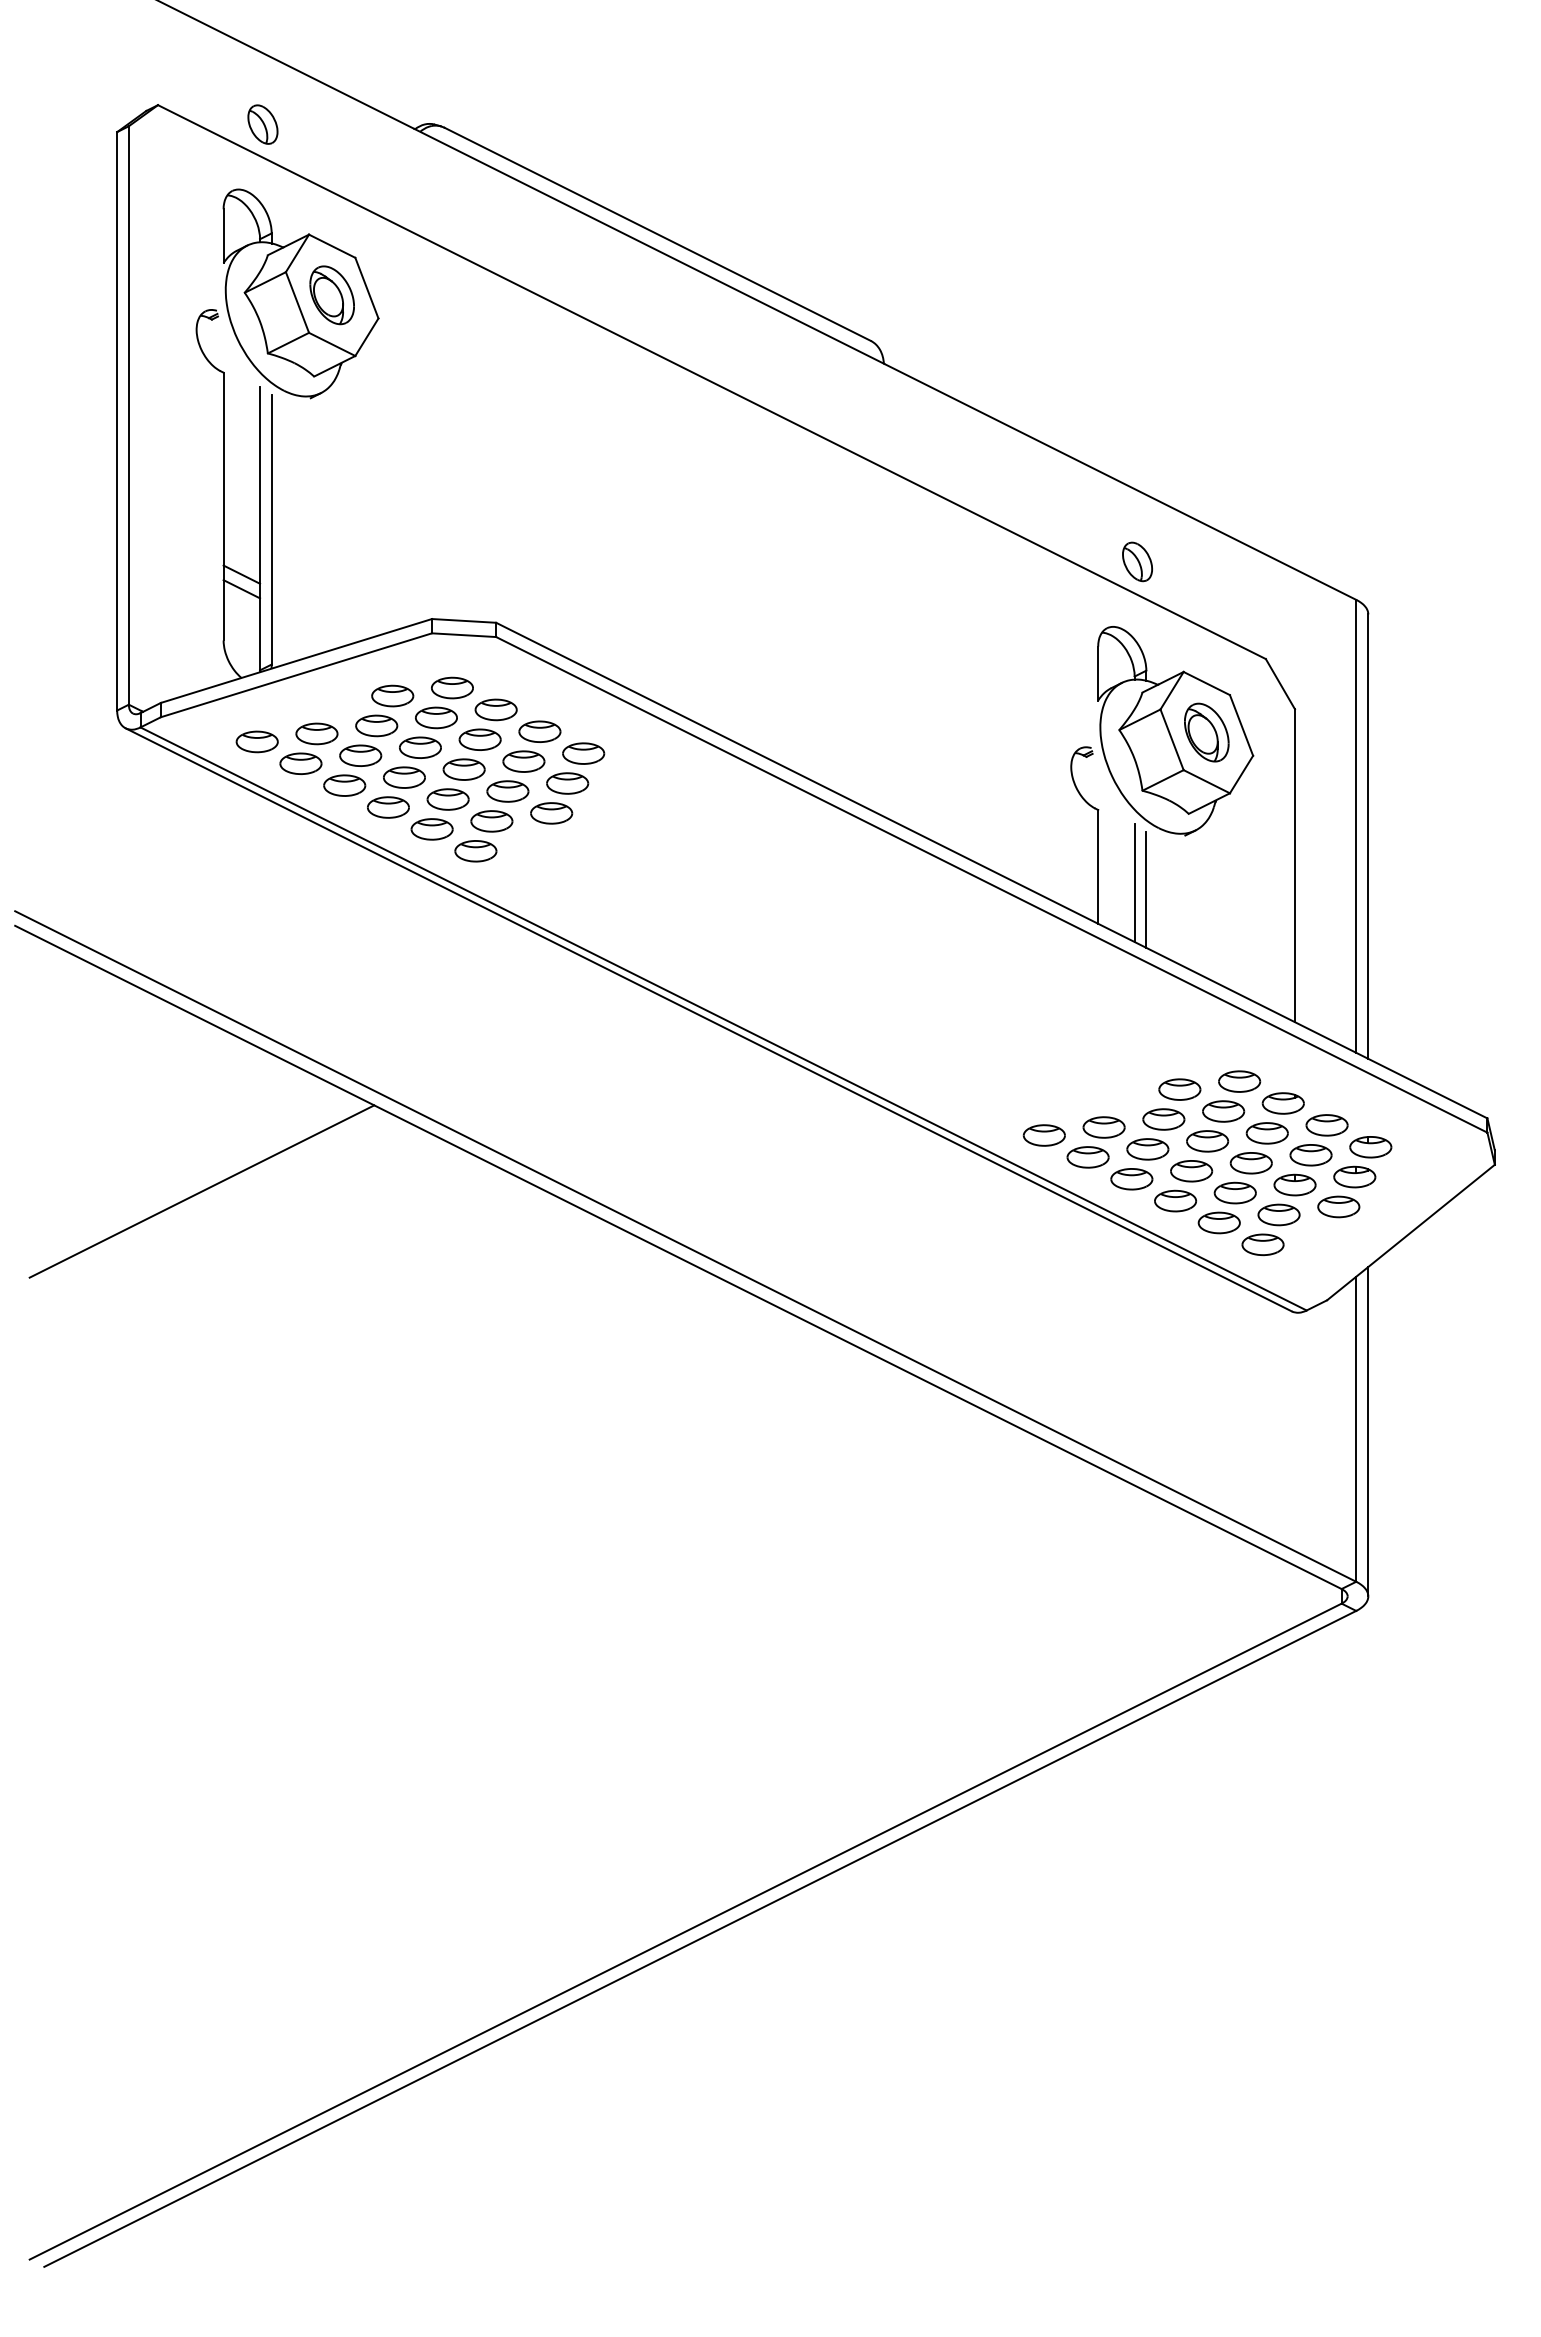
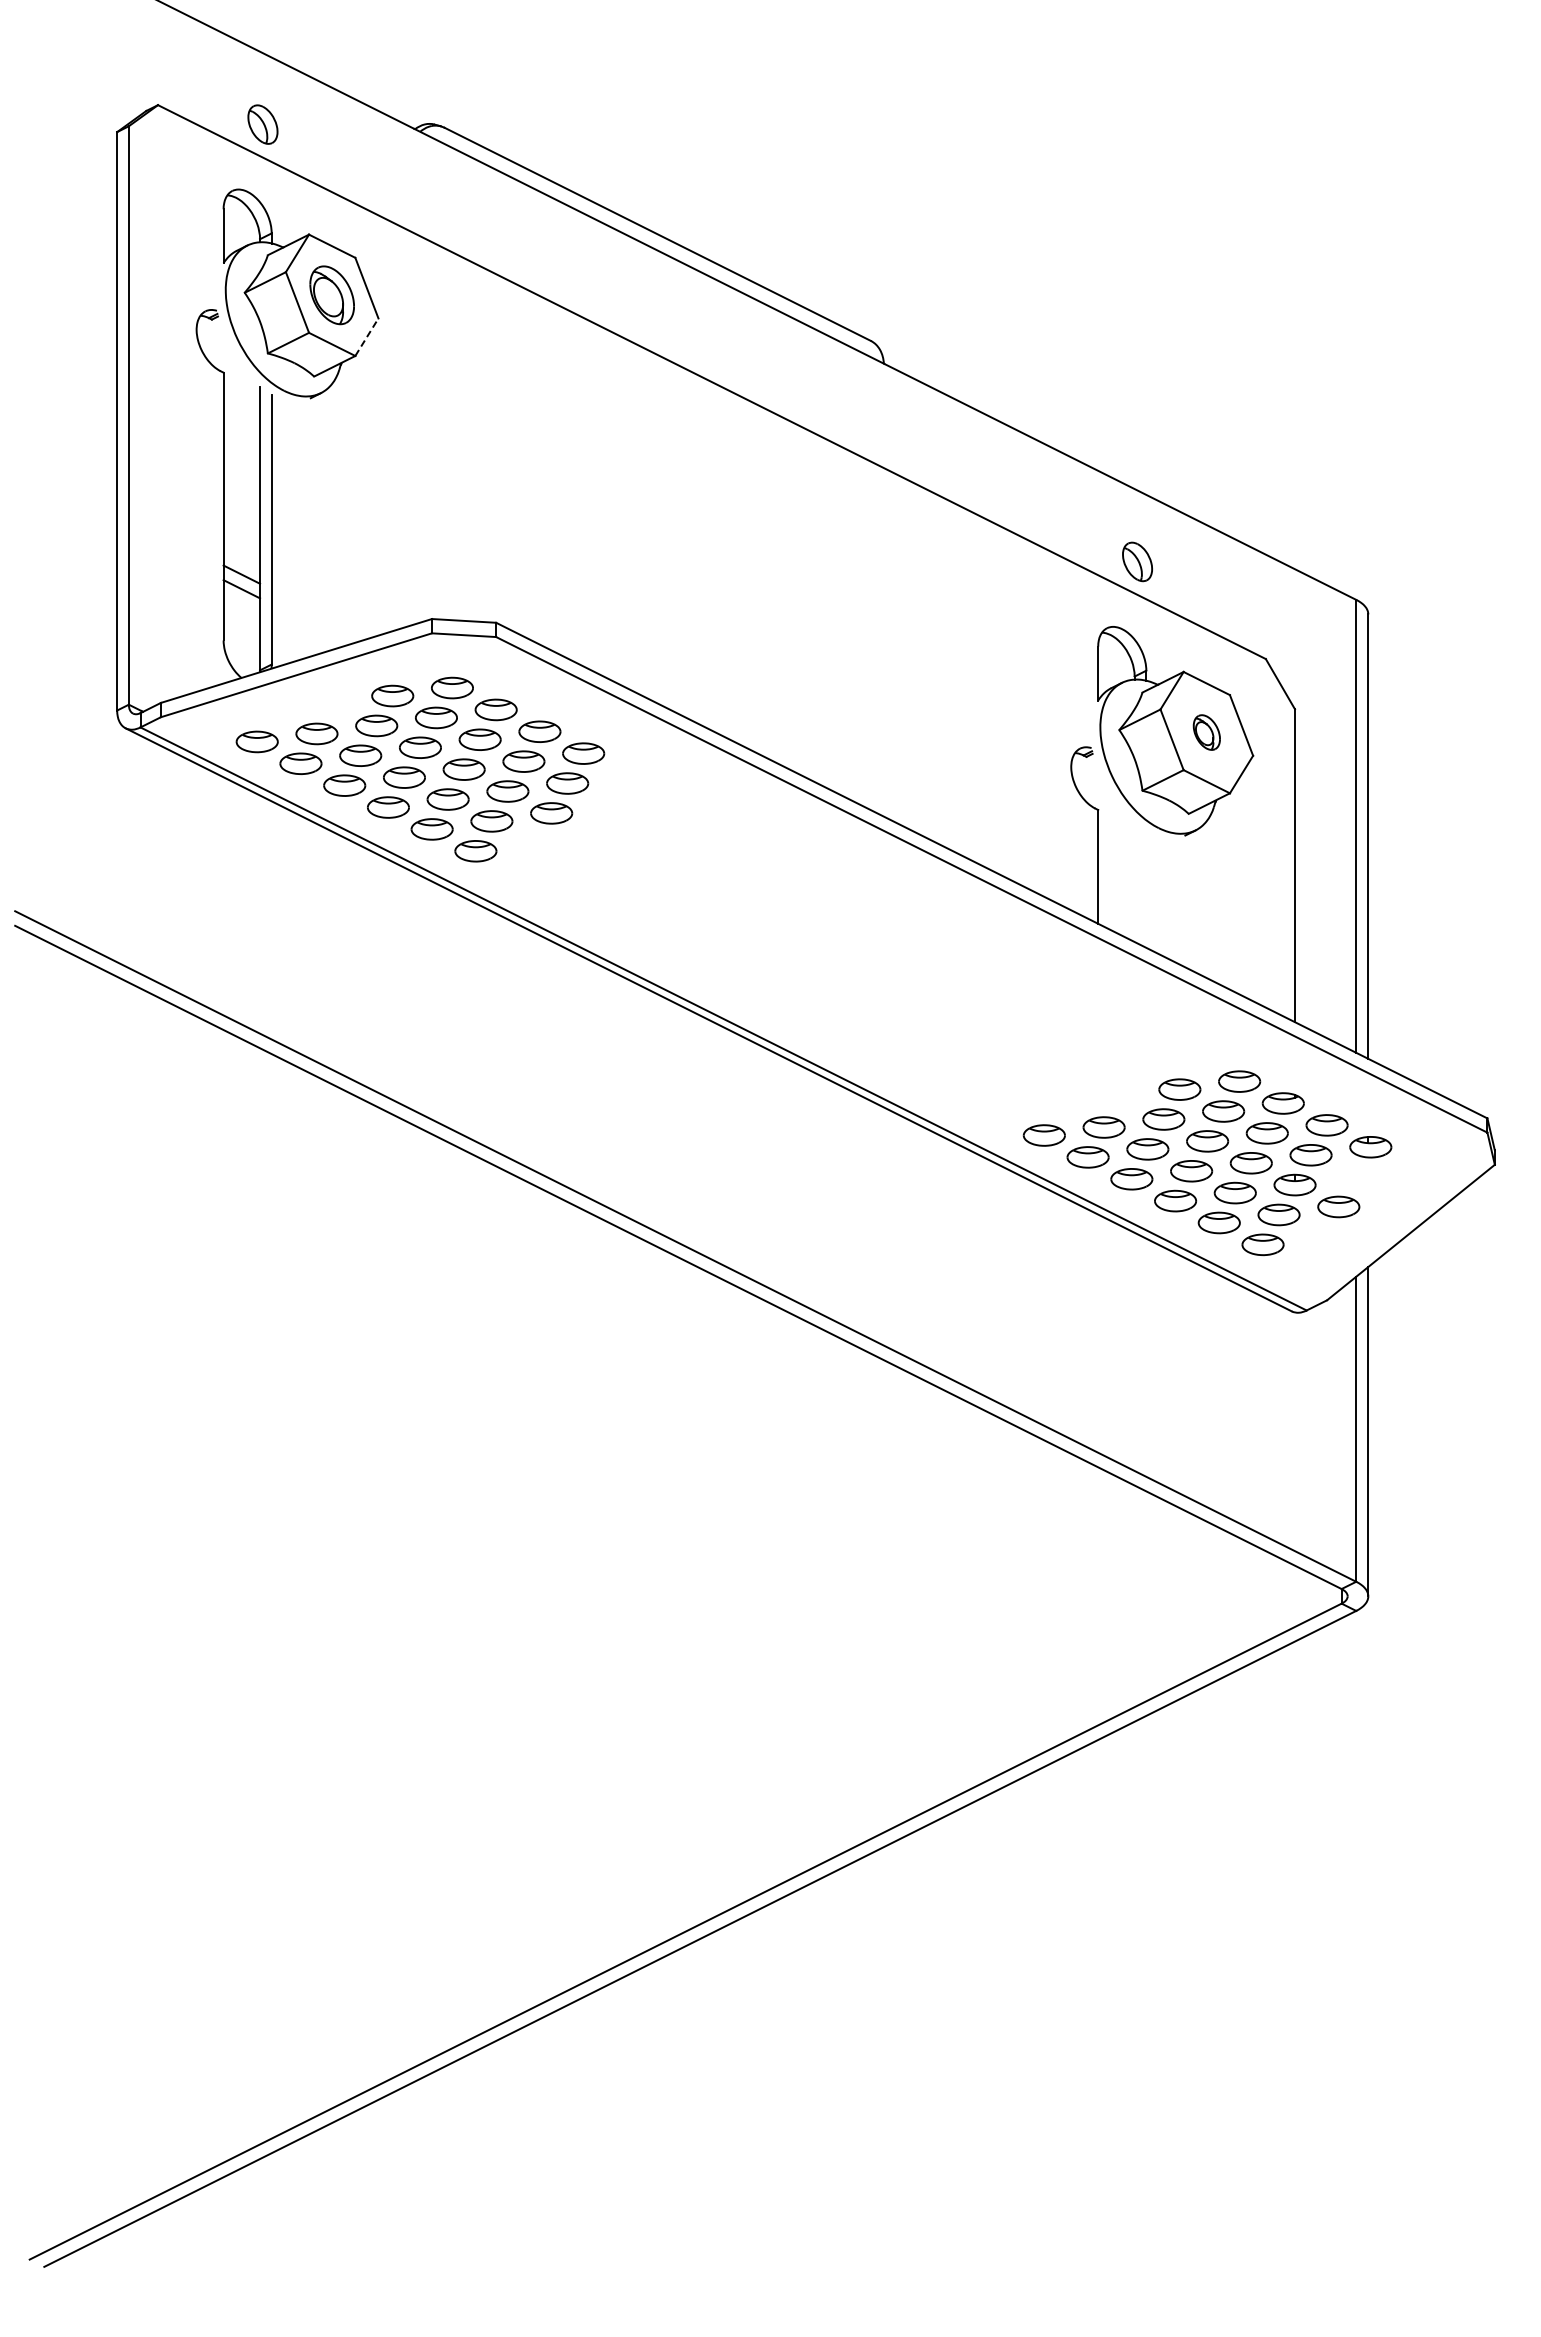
line at (367, 336): solid -> dashed
part at (1206, 732) size: 46x61 px -> 29x37 px
line at (1134, 883): present -> none
line at (1146, 889): present -> none
part at (1354, 1176): present -> none
line at (201, 1191): present -> none
